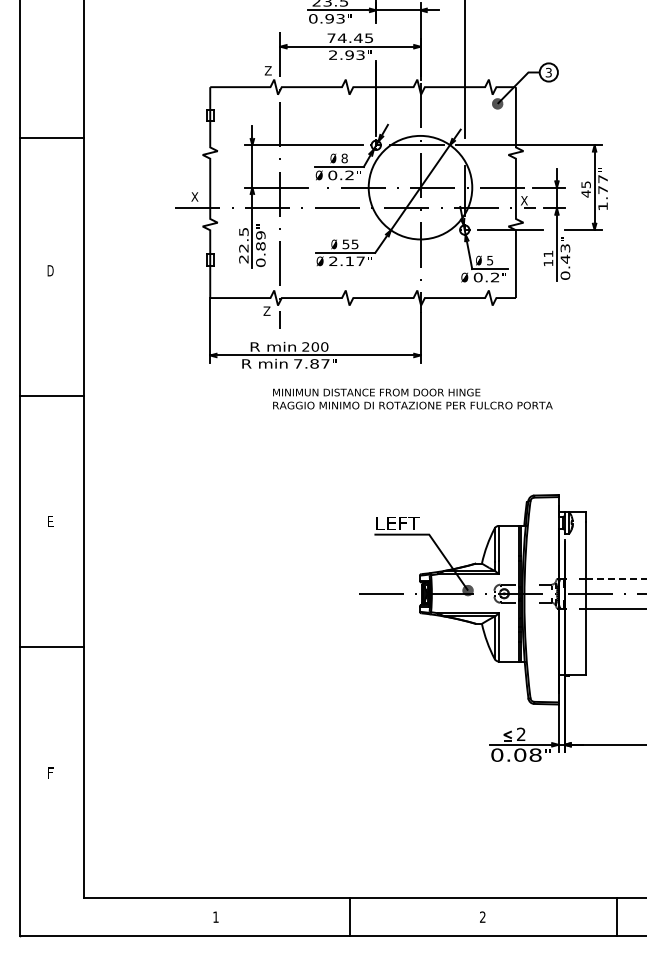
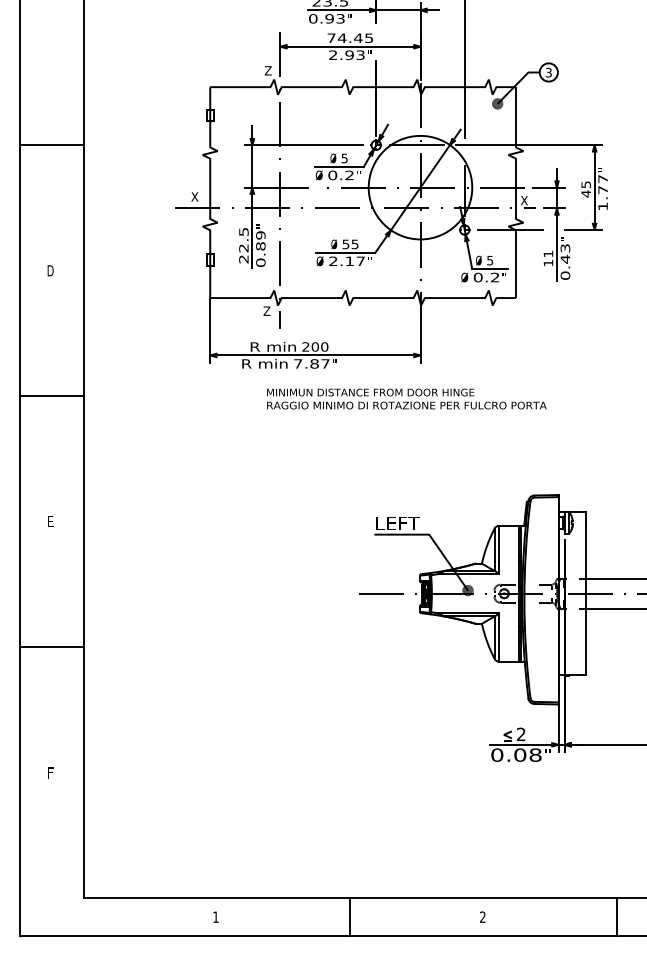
line at (51, 138) position: (51, 138) -> (51, 145)
text at (344, 158): 8 -> 5
text at (412, 398) position: (412, 398) -> (406, 398)
line at (616, 578): dashed -> solid
